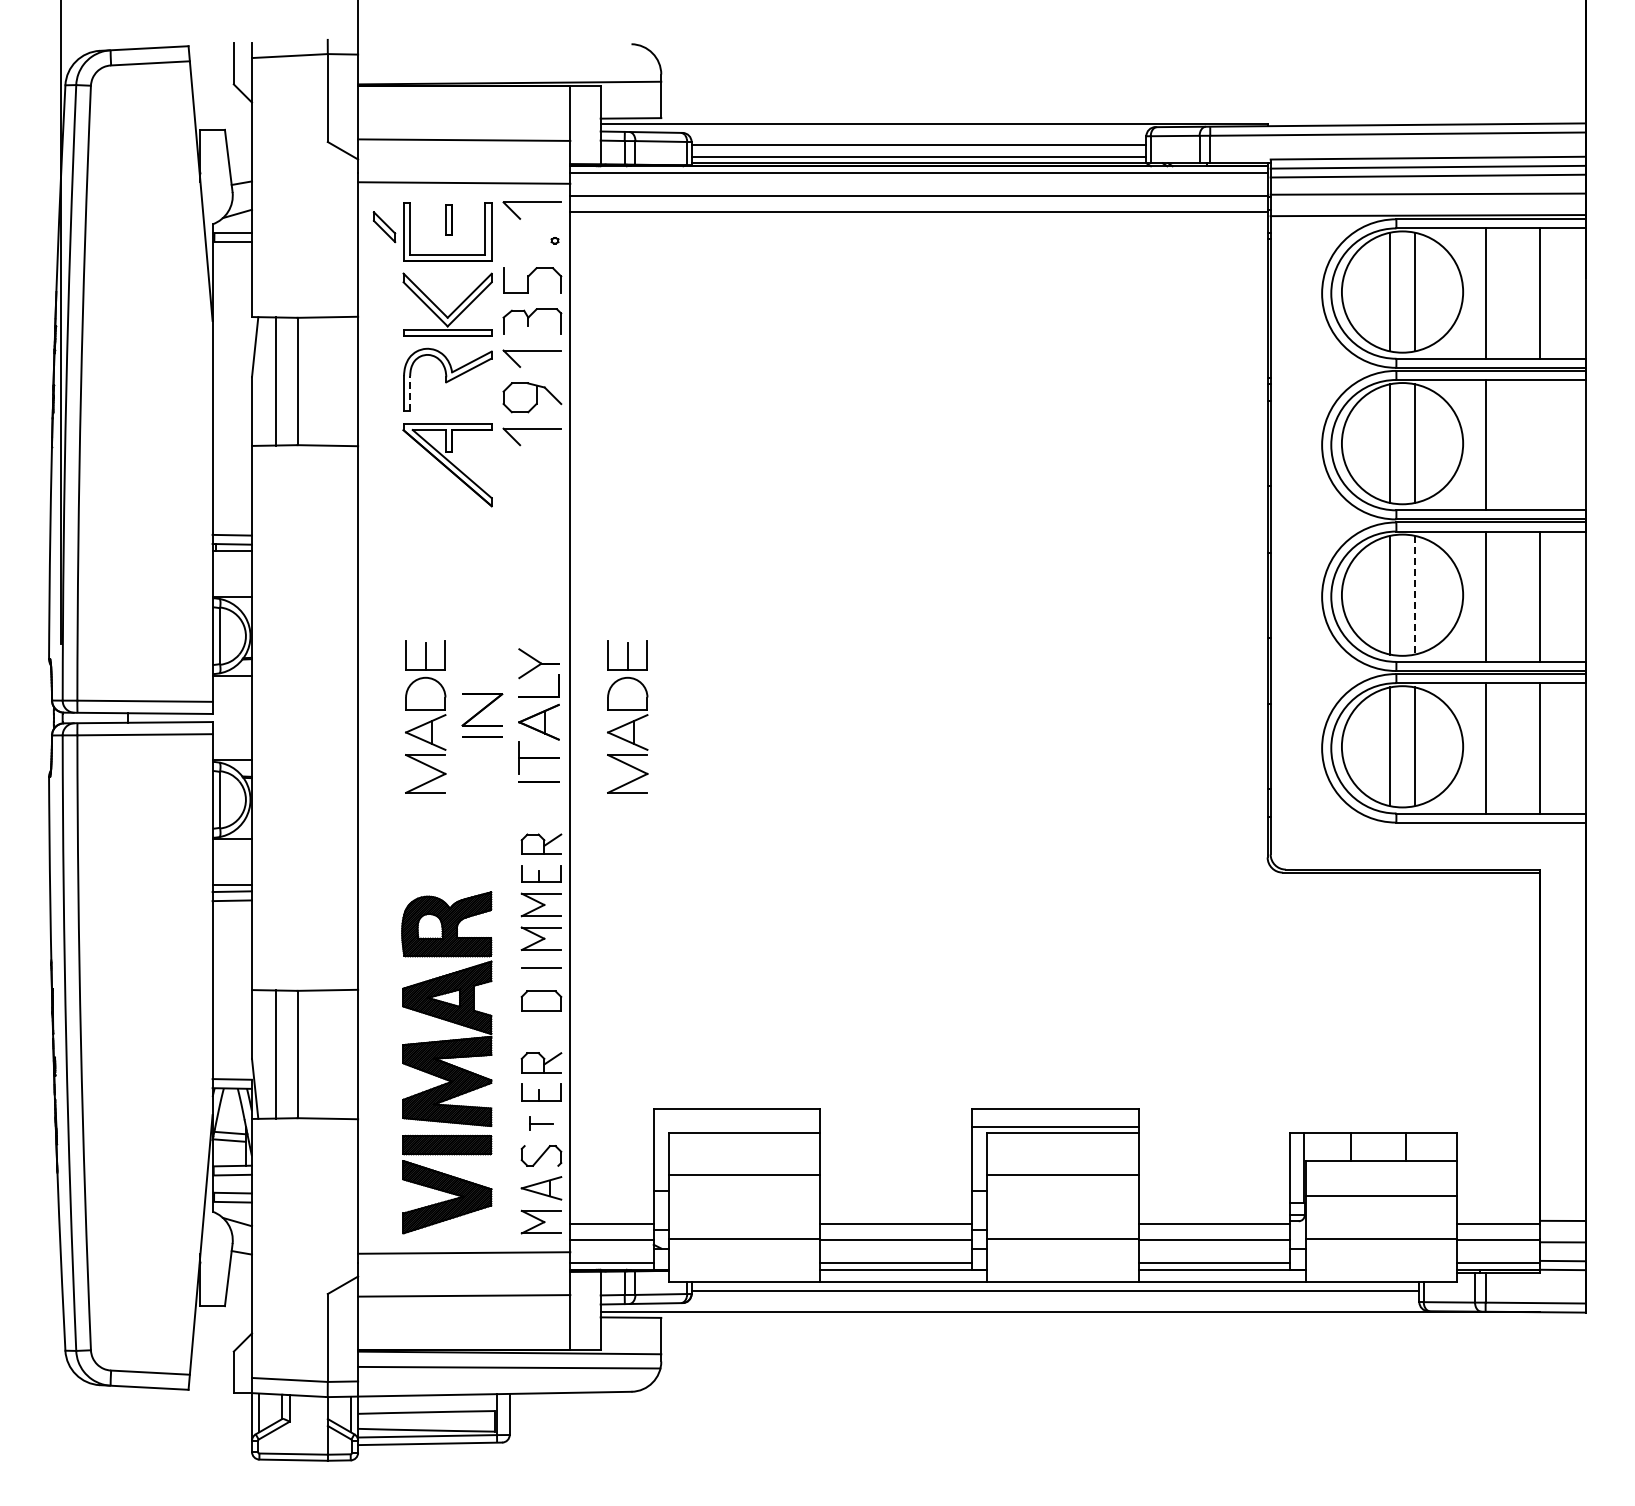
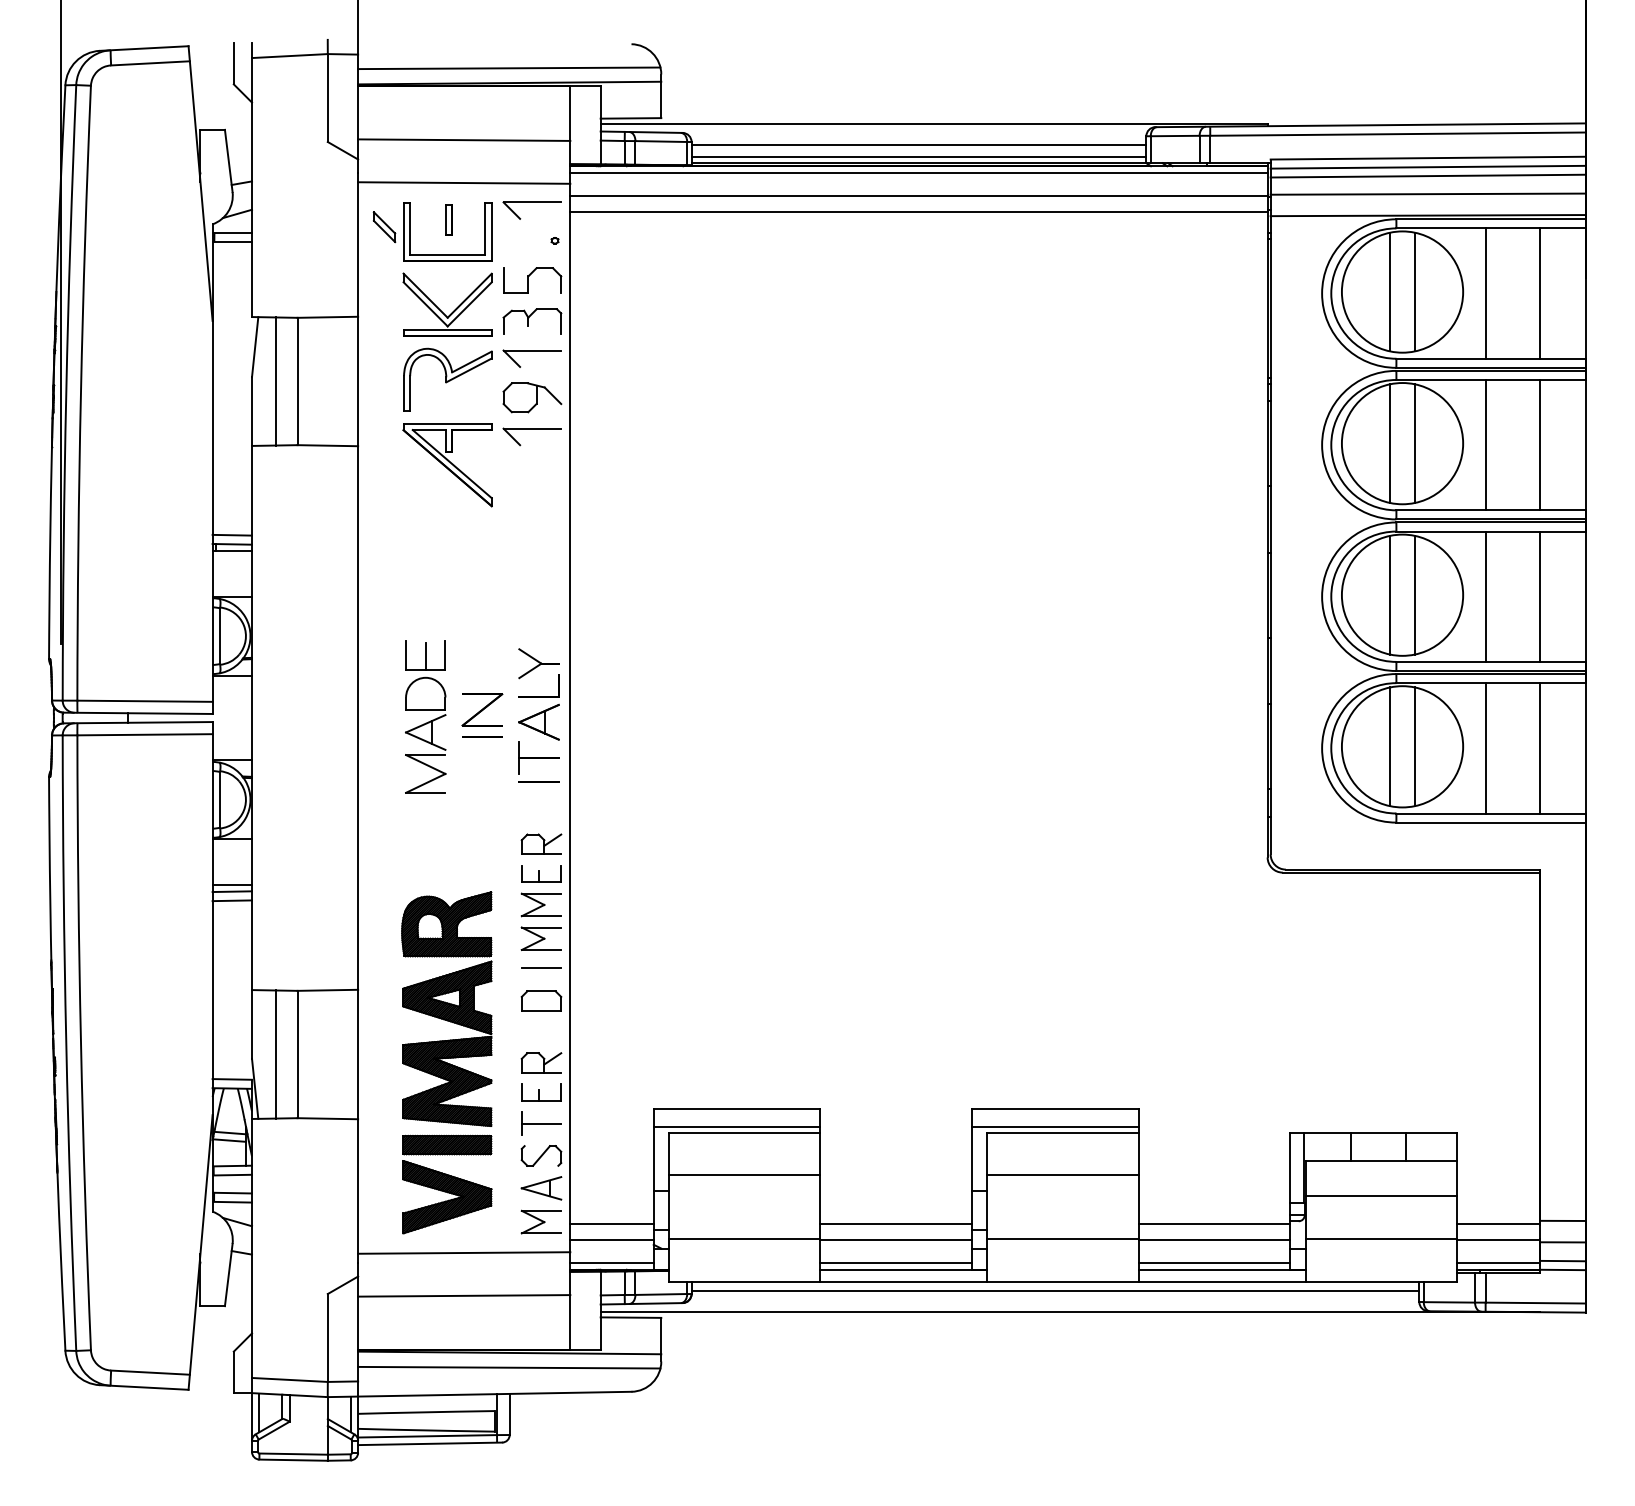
line at (509, 68): none -> present
line at (410, 393): dashed -> solid
line at (1540, 444): none -> present
line at (1414, 595): dashed -> solid
part at (627, 716): present -> none
part at (541, 1123) size: 25x15 px -> 41x25 px
line at (736, 1127): none -> present
